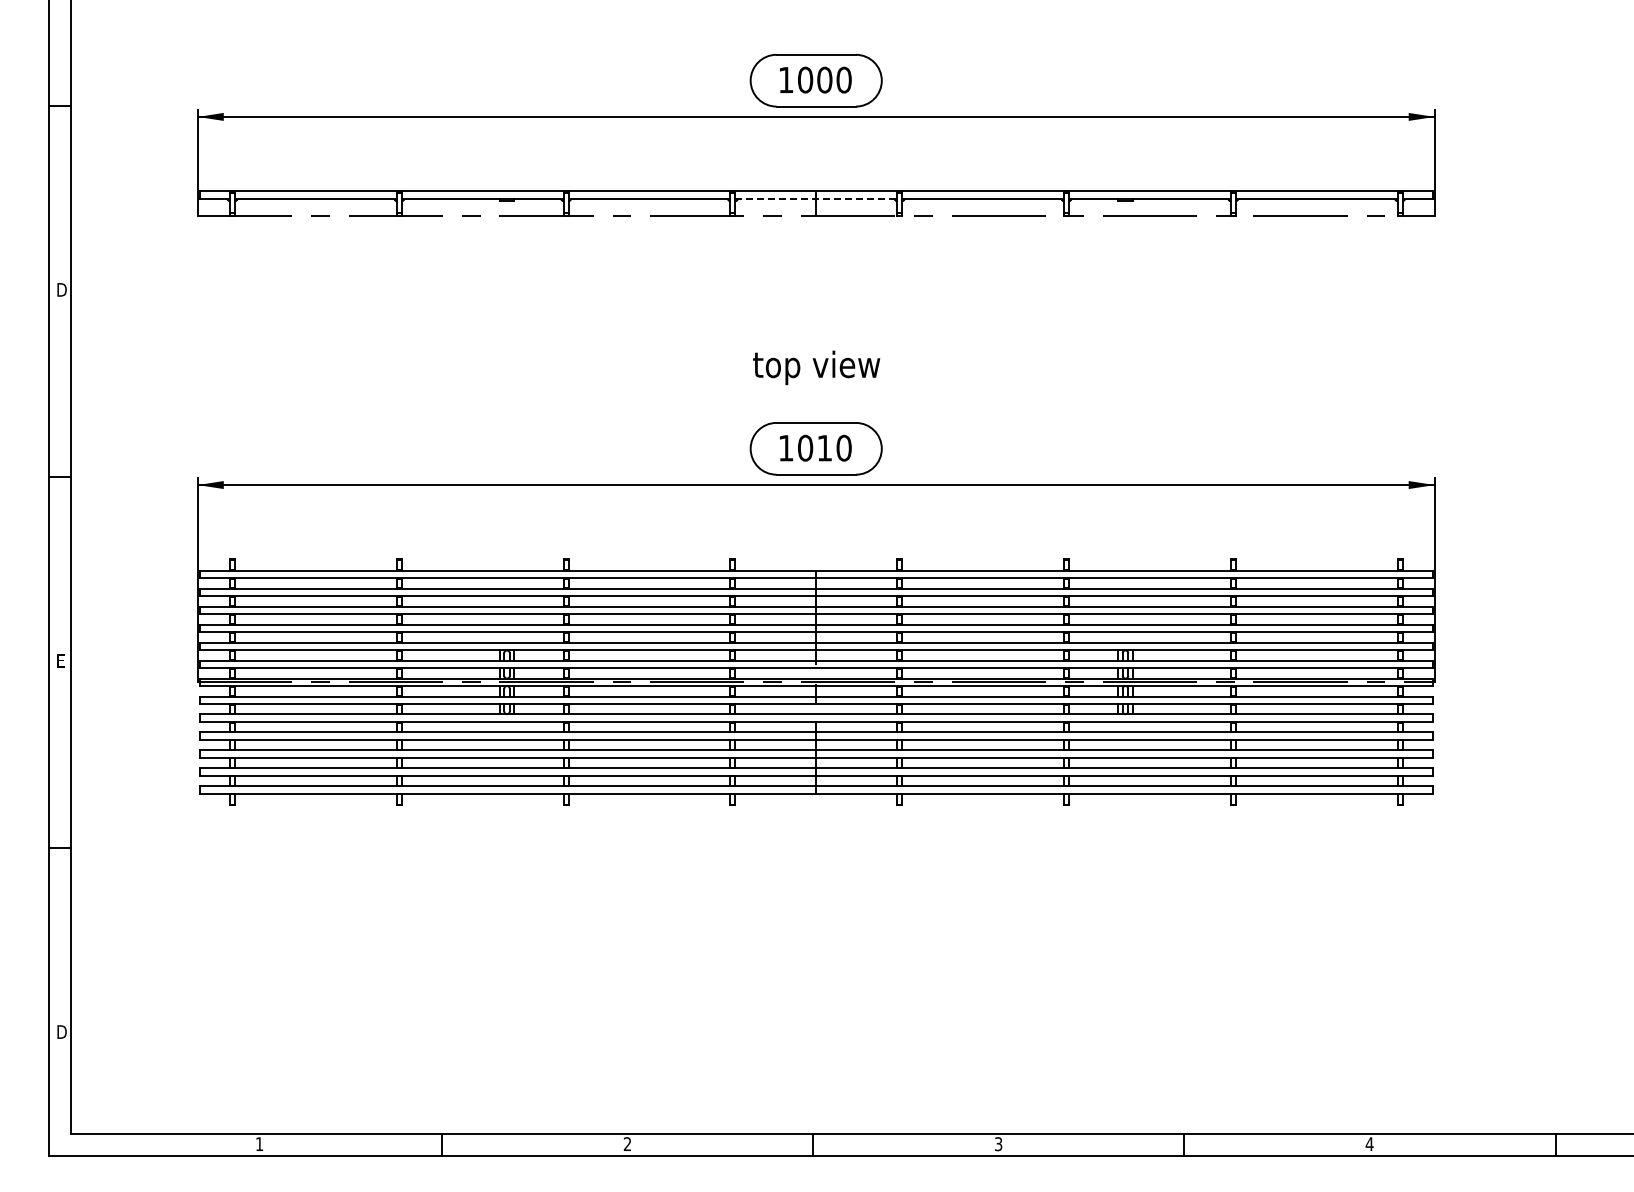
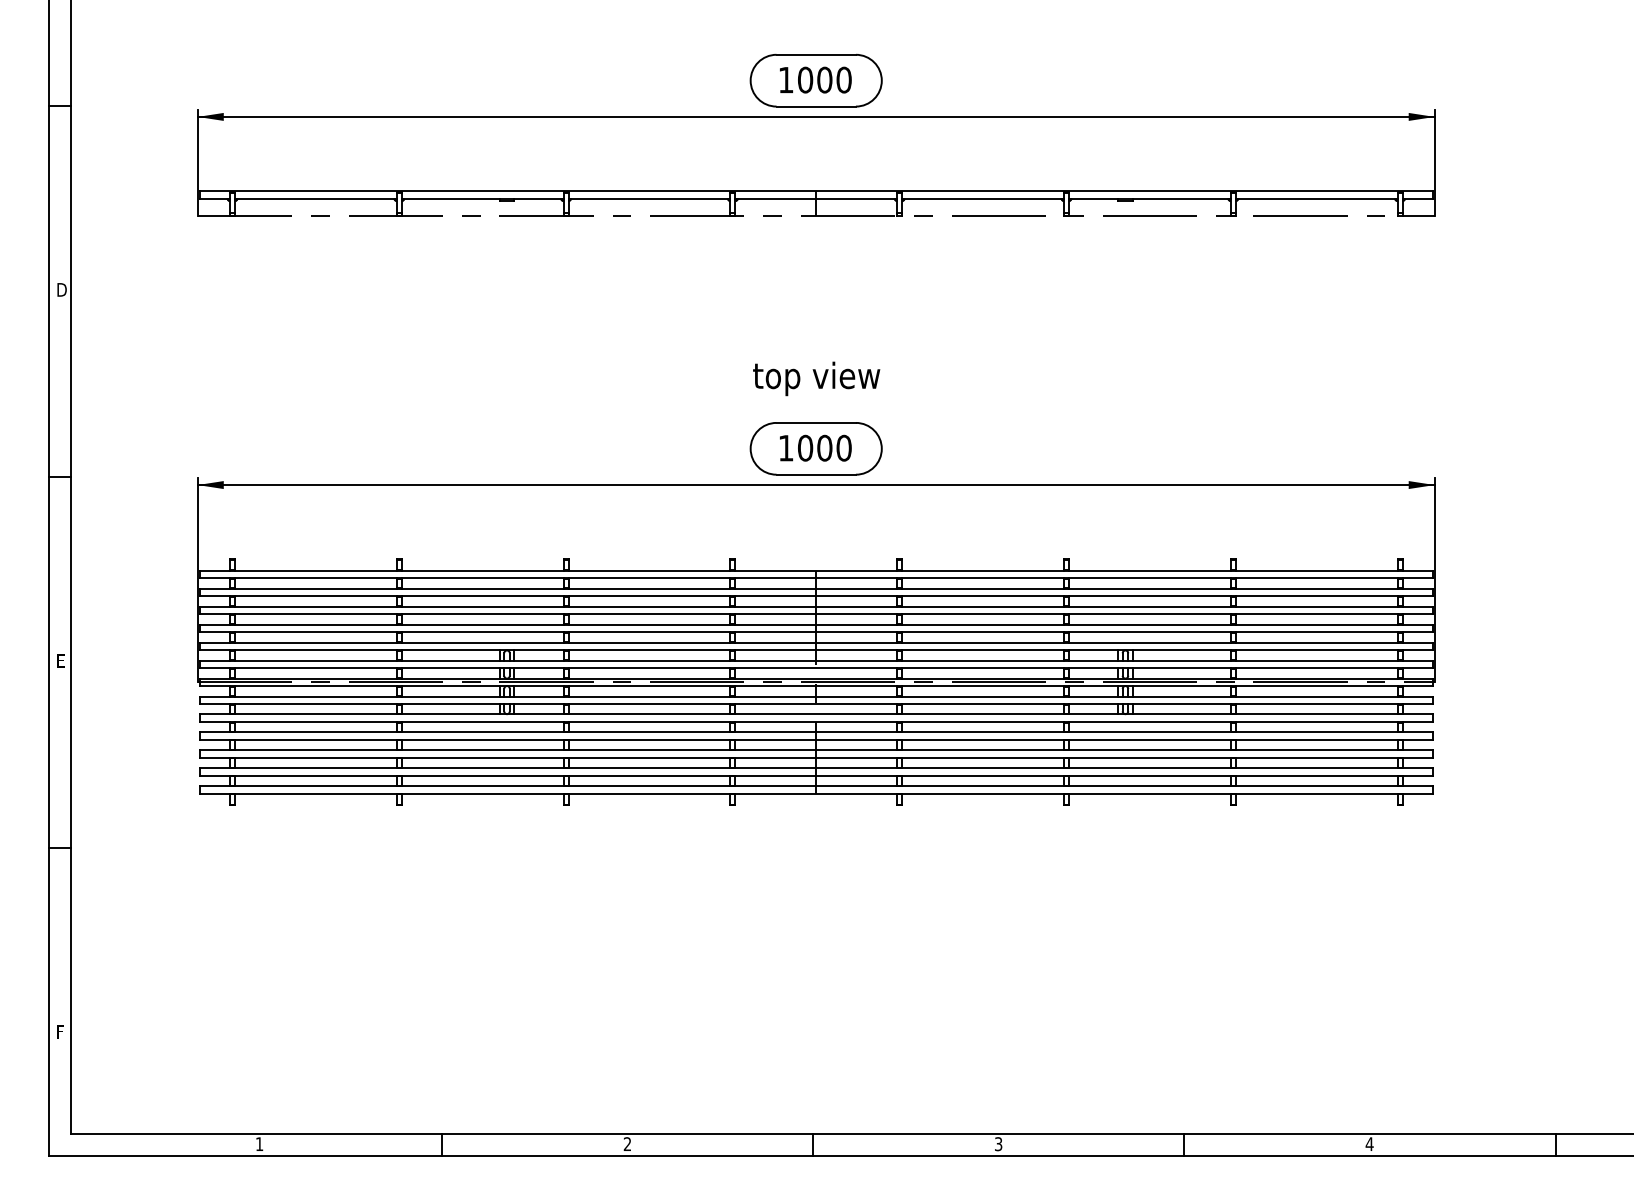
line at (816, 198): dashed -> solid
text at (816, 367) position: (816, 367) -> (816, 378)
text at (824, 447): 1010 -> 1000
text at (61, 1031): D -> F
